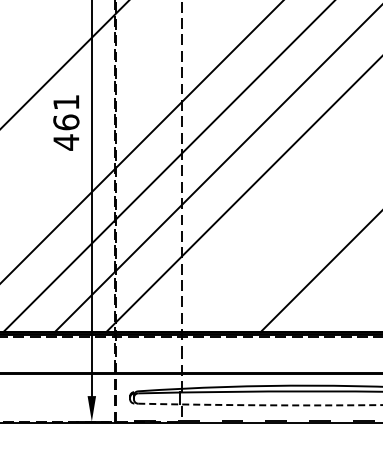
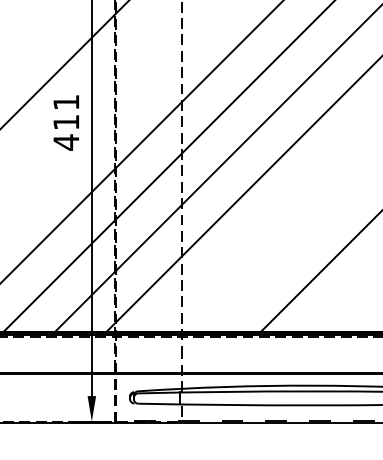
text at (66, 122): 461 -> 411
arc at (260, 405): dashed -> solid
